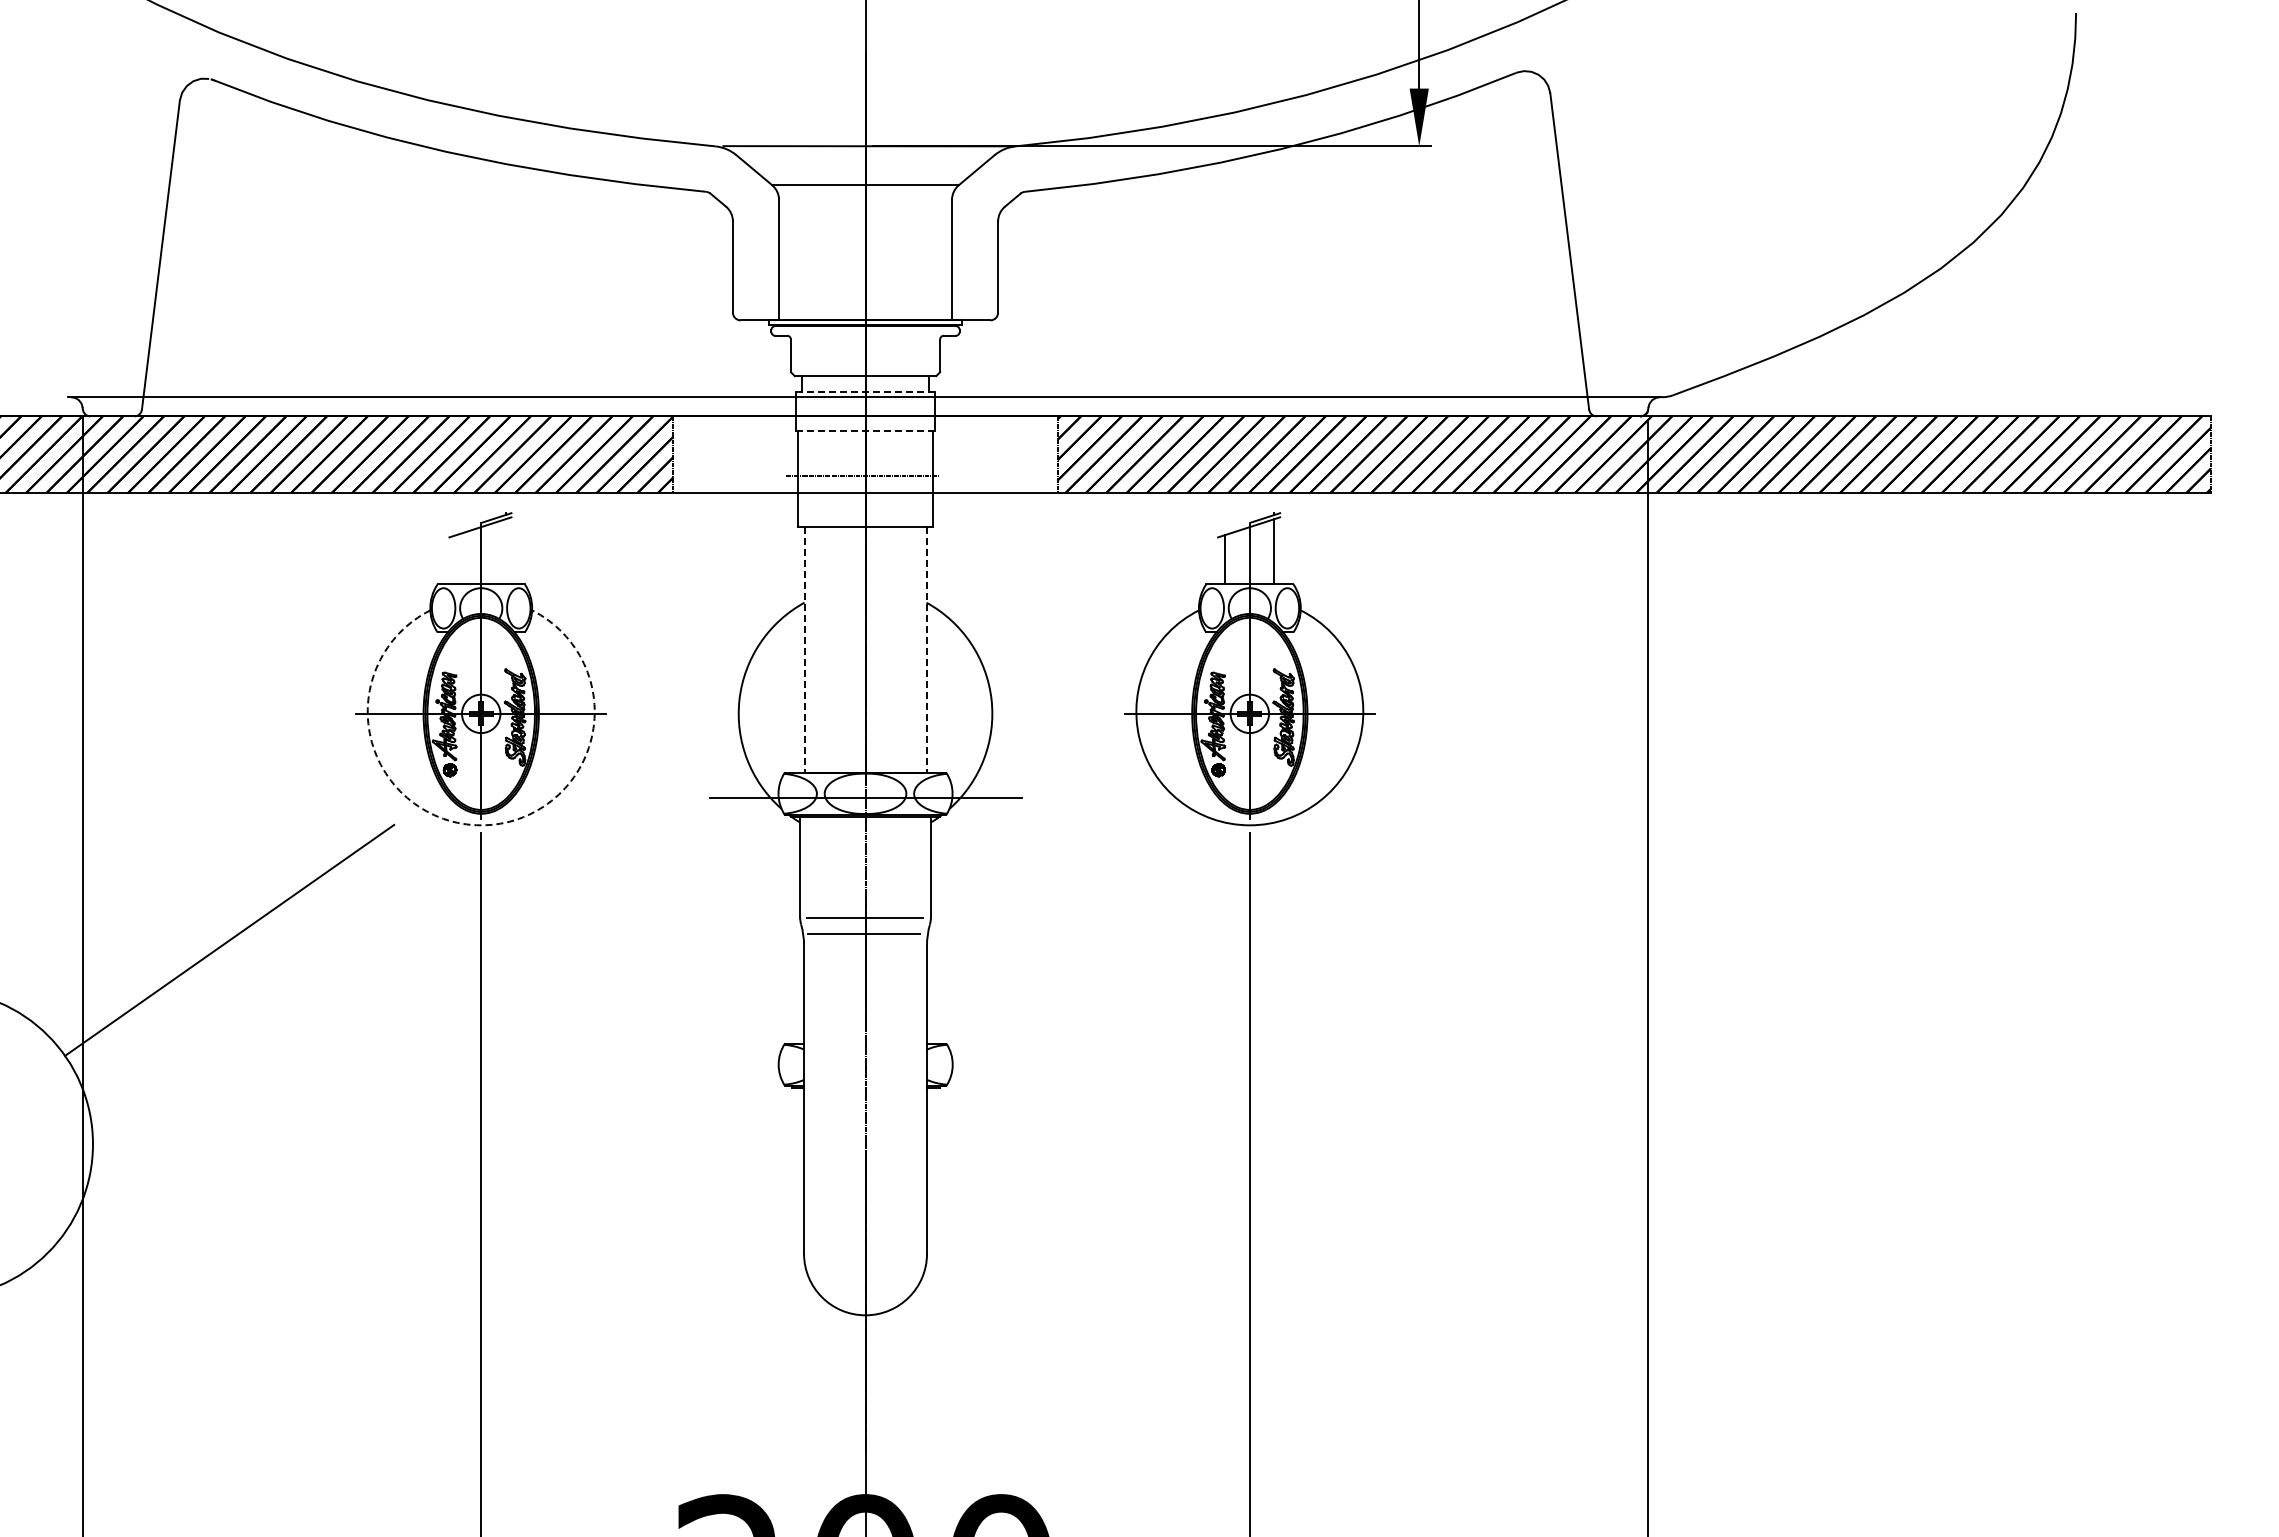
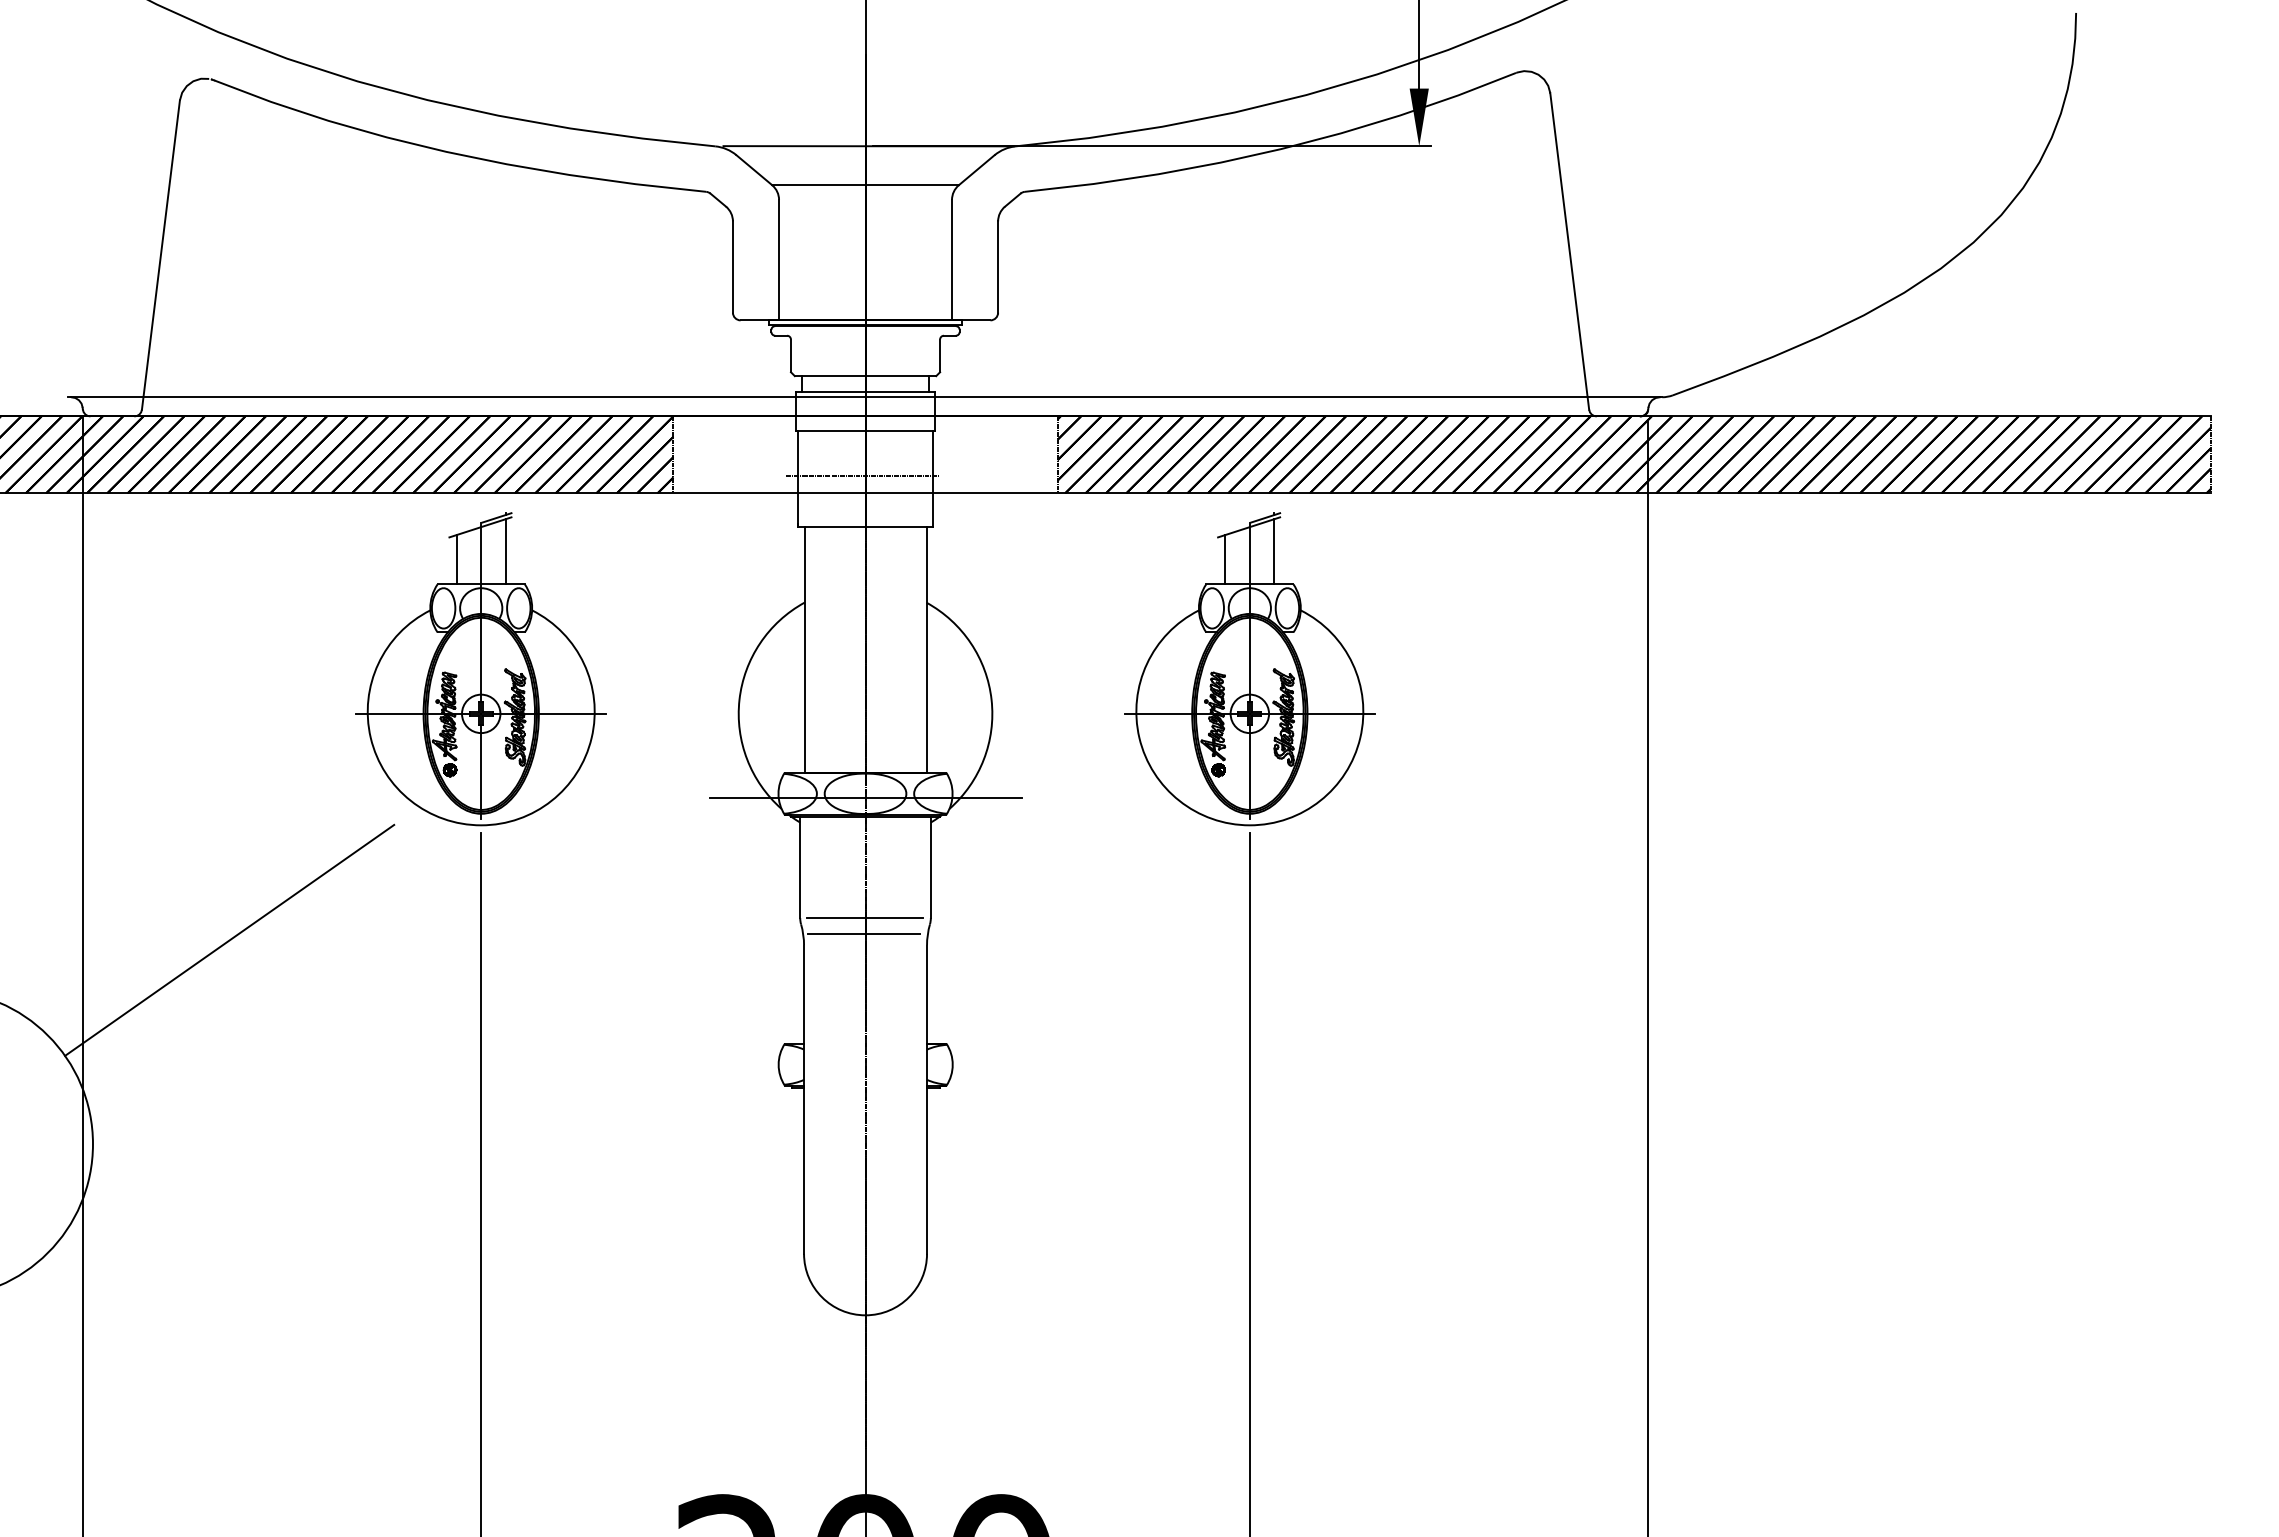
line at (865, 392): dashed -> solid
line at (865, 430): dashed -> solid
line at (505, 551): none -> present
line at (456, 559): none -> present
line at (804, 649): dashed -> solid
line at (926, 649): dashed -> solid
arc at (481, 825): dashed -> solid
